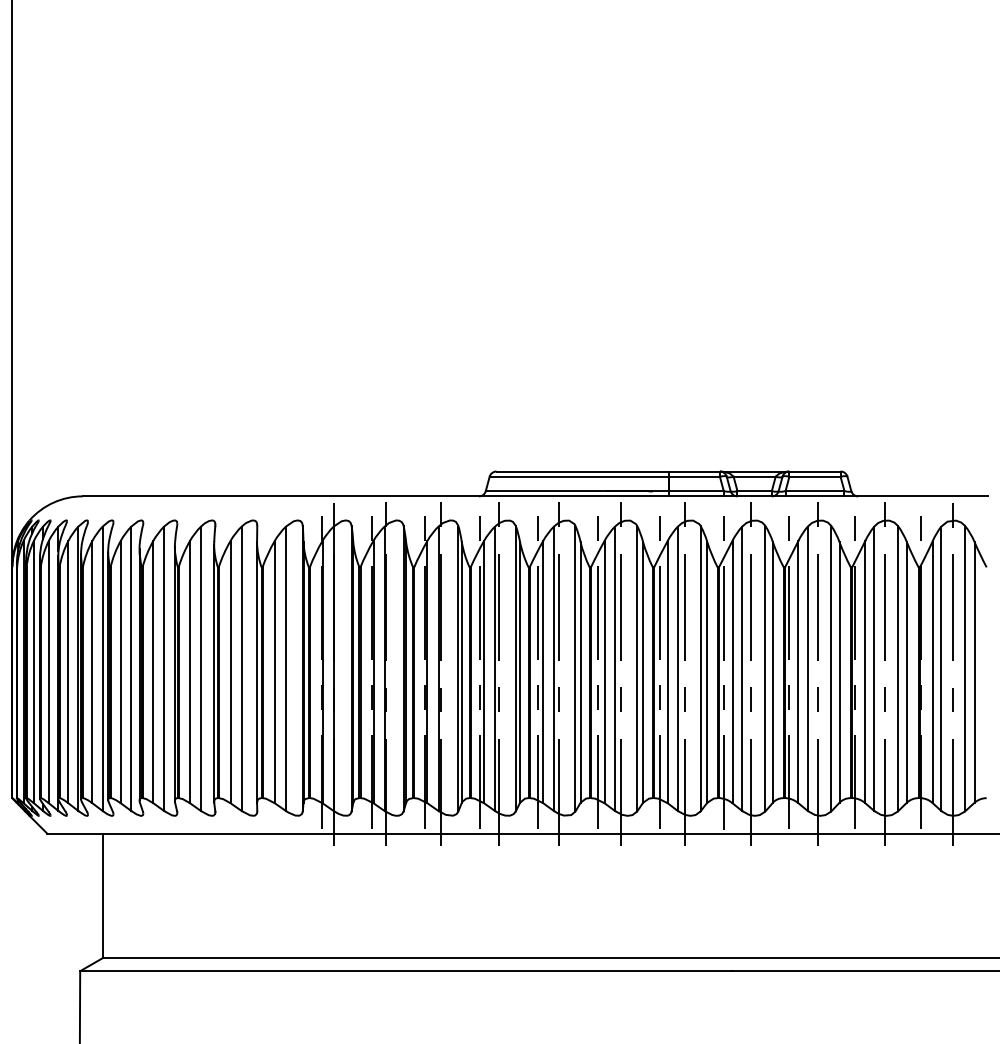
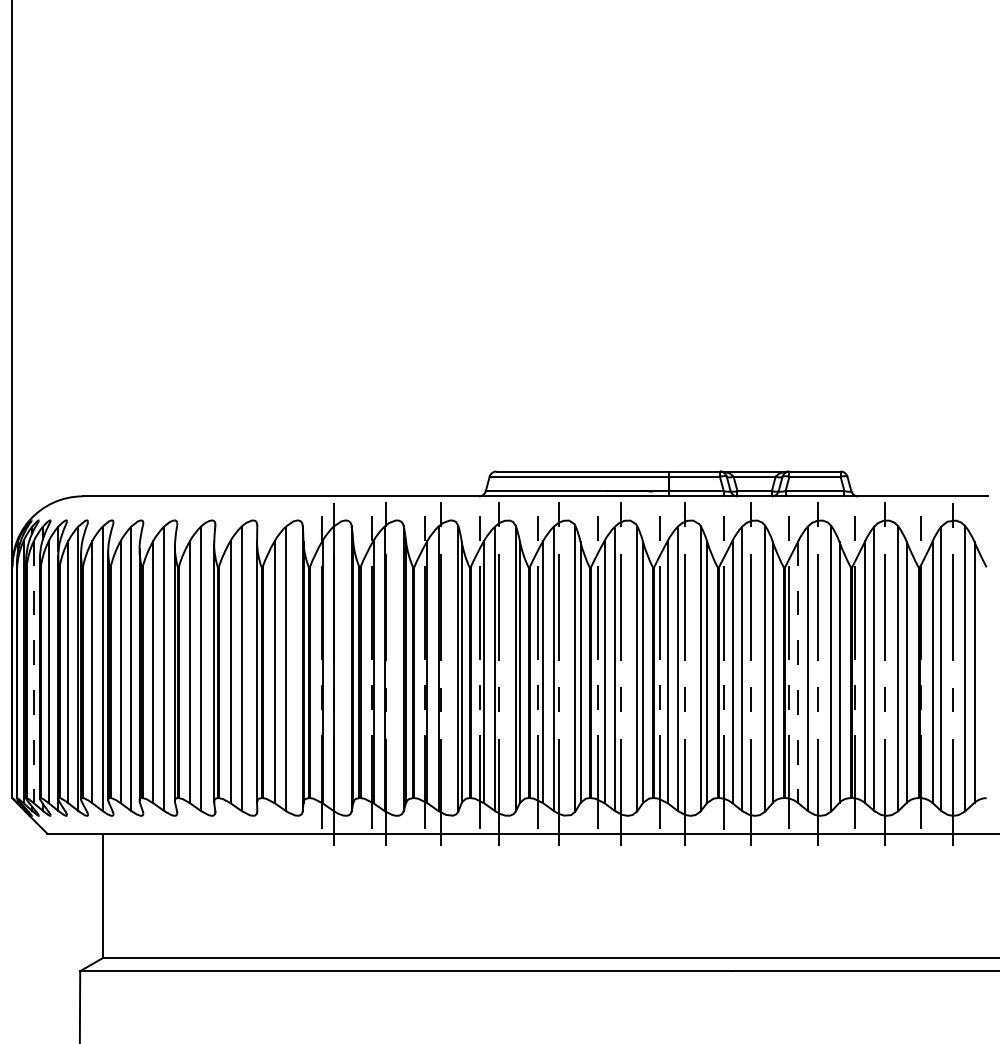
line at (33, 672): solid -> dashed
line at (798, 672): solid -> dashed
